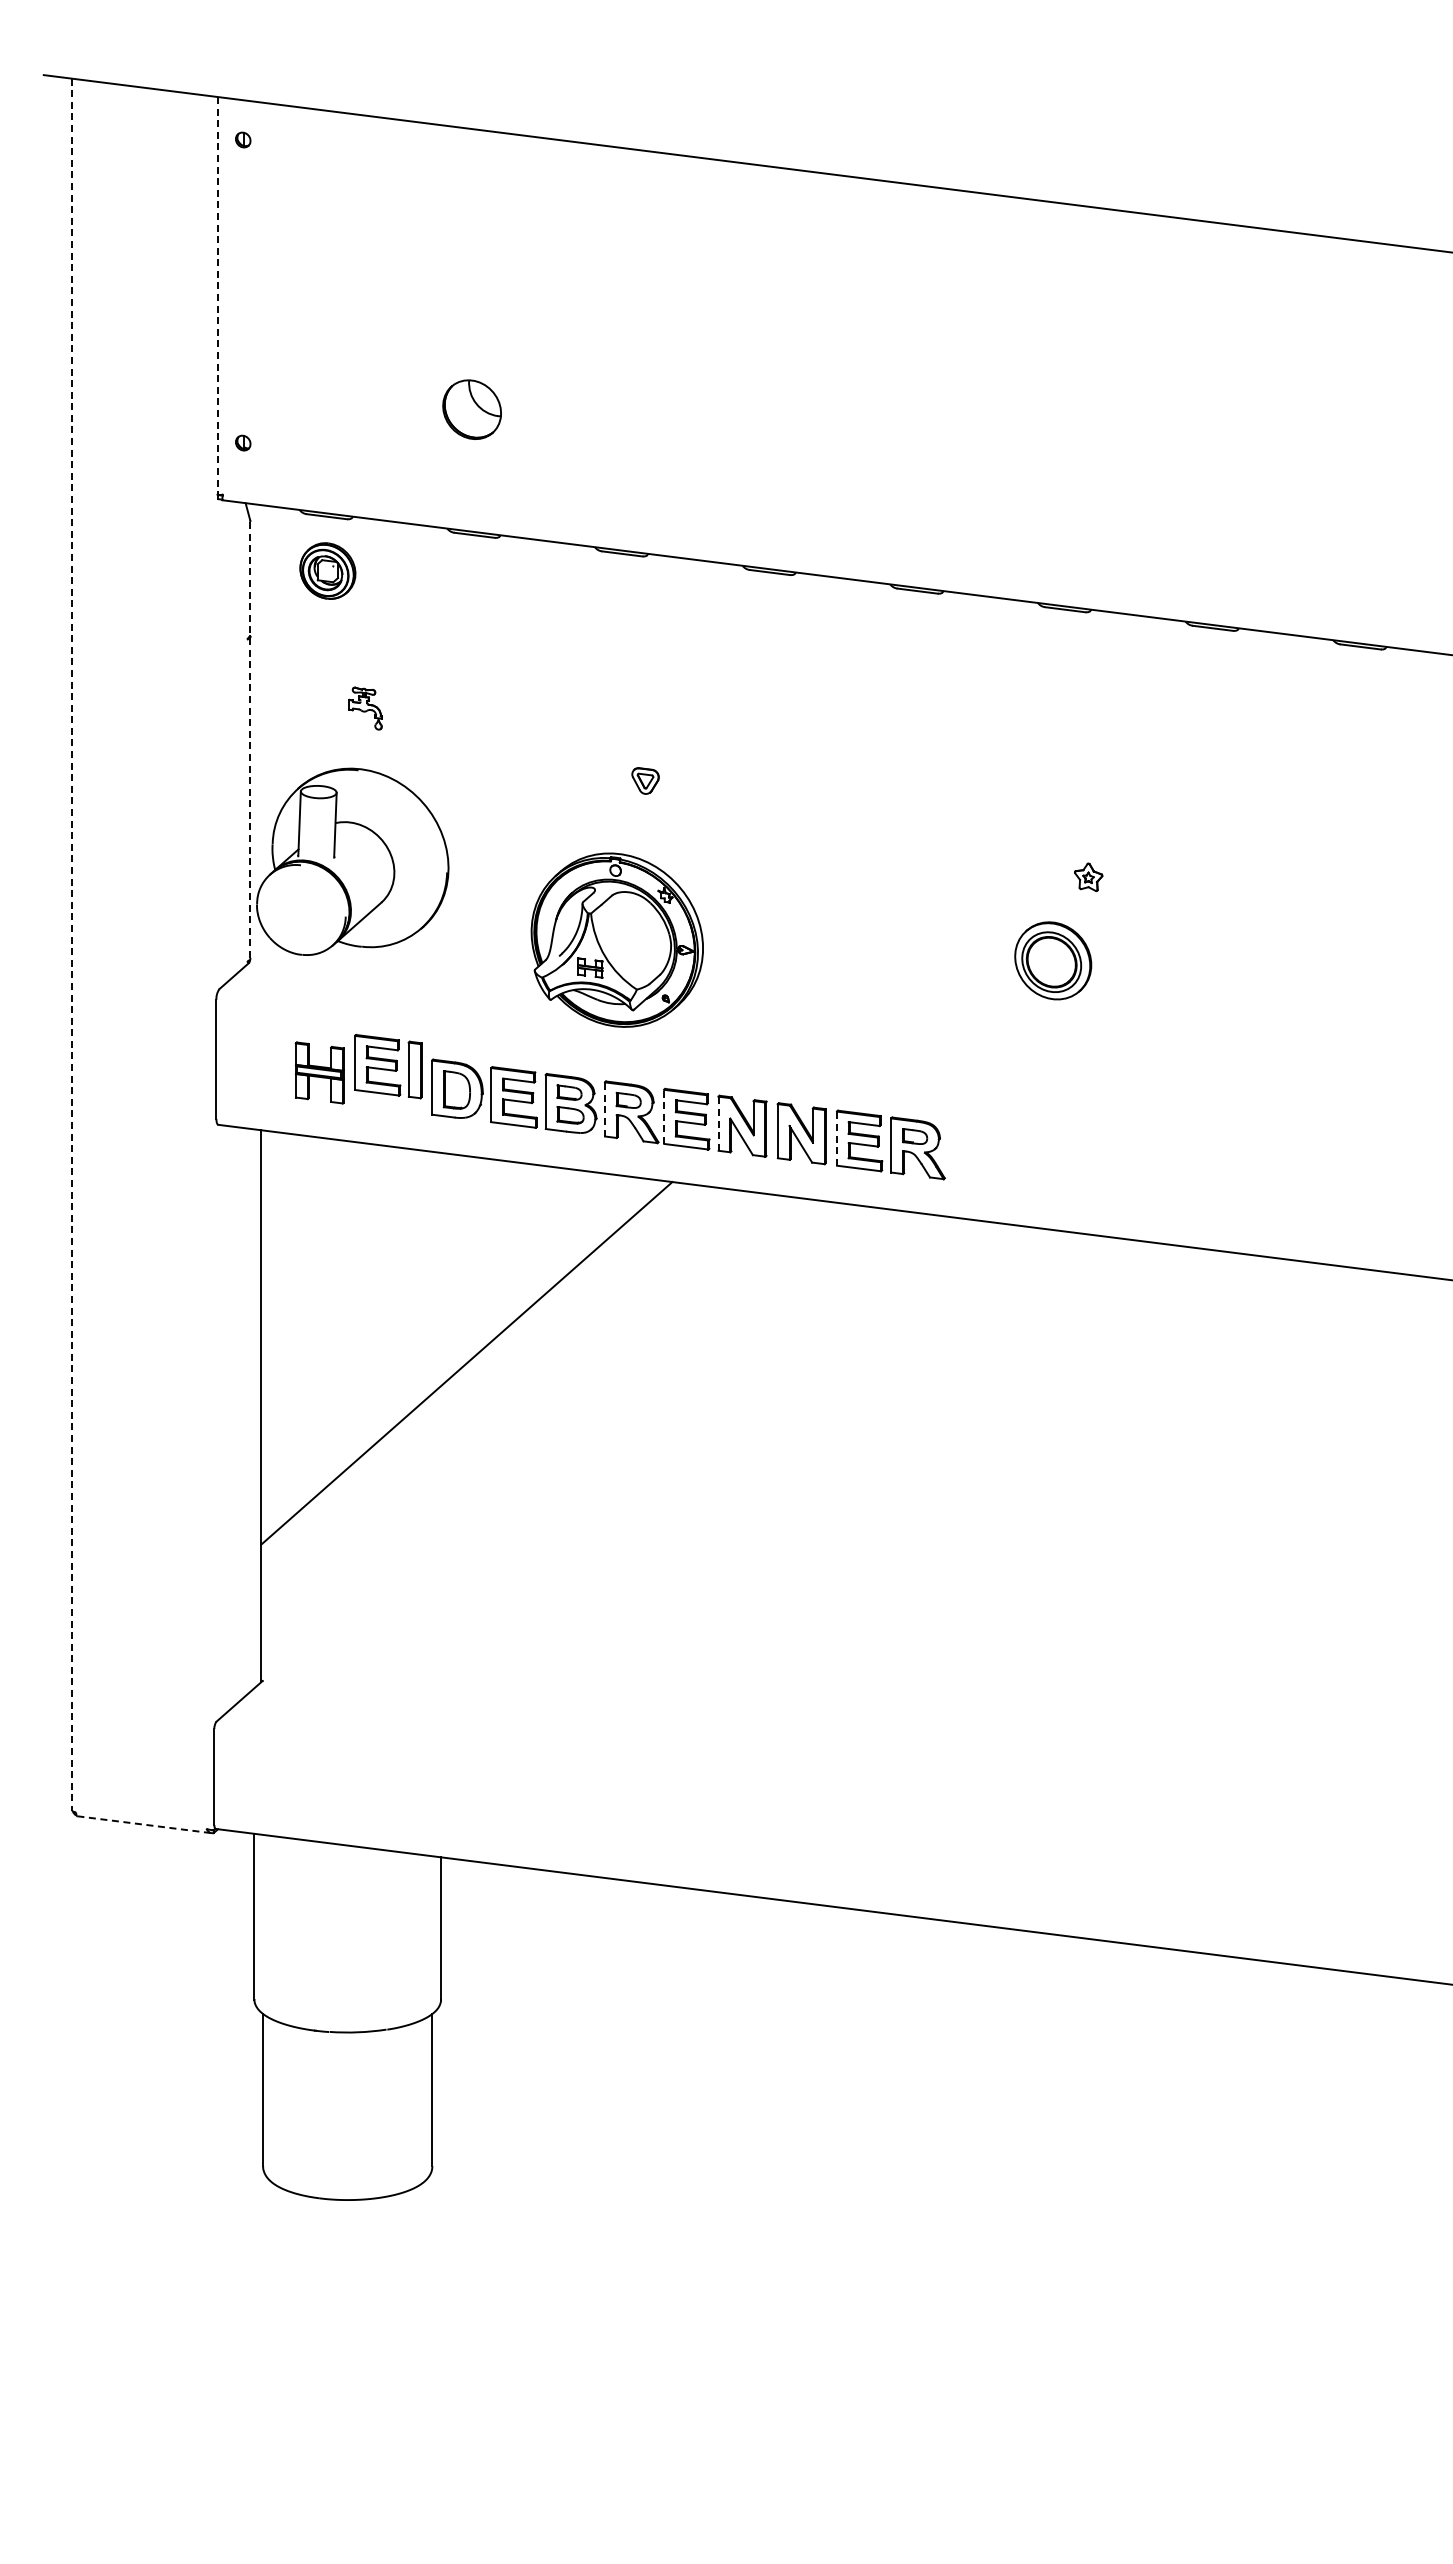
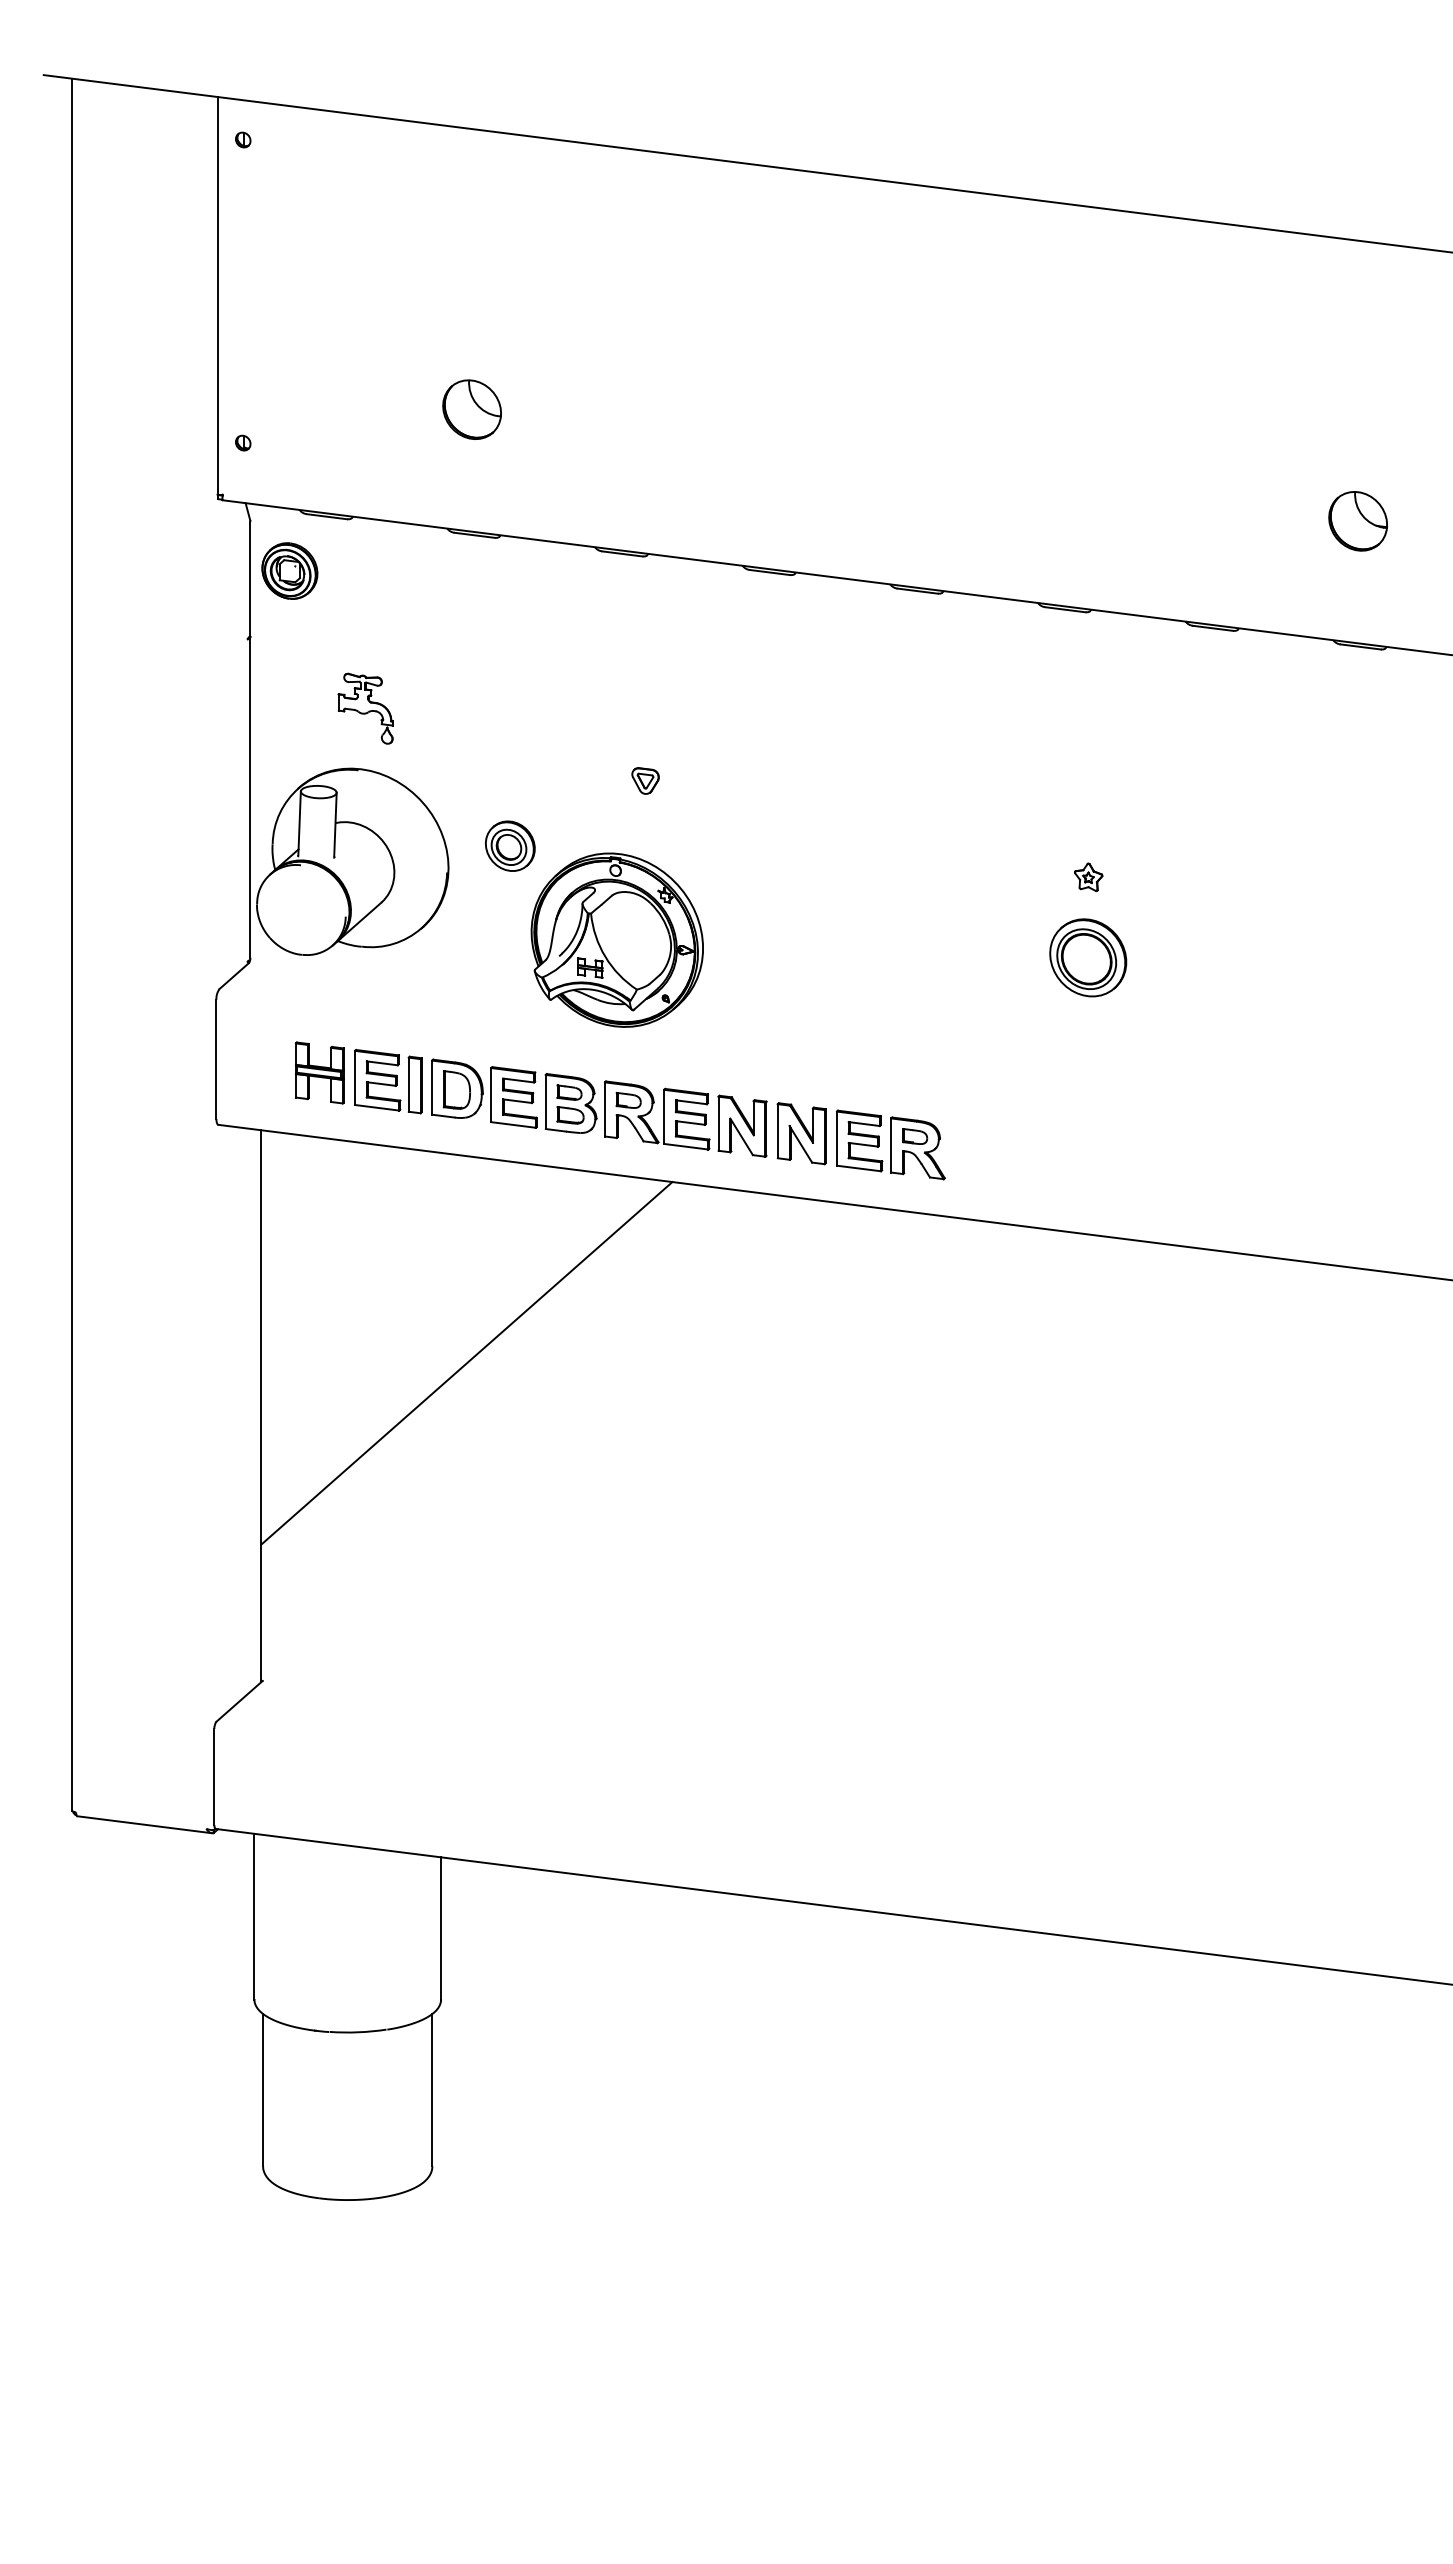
line at (217, 295): dashed -> solid
part at (1357, 521): none -> present
part at (327, 570) position: (327, 570) -> (289, 570)
part at (365, 708) size: 35x45 px -> 57x73 px
line at (250, 739): dashed -> solid
part at (510, 845): none -> present
line at (72, 944): dashed -> solid
part at (1053, 960) position: (1053, 960) -> (1088, 957)
part at (388, 1066) position: (388, 1066) -> (388, 1081)
line at (605, 1108): dashed -> solid
line at (664, 1116): dashed -> solid
line at (718, 1123): dashed -> solid
line at (837, 1138): dashed -> solid
line at (144, 1824): dashed -> solid
